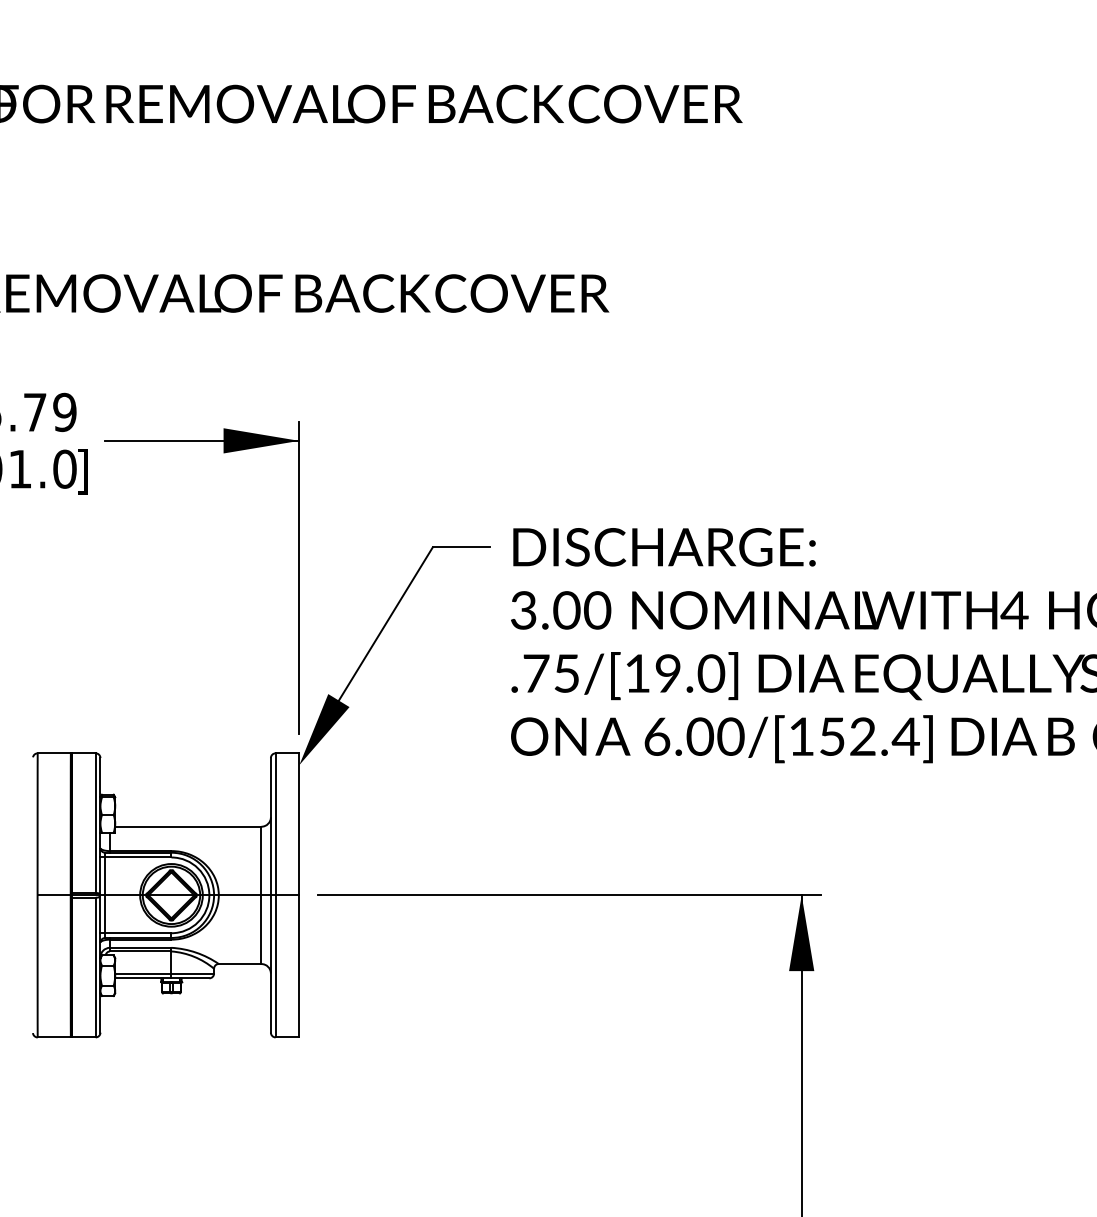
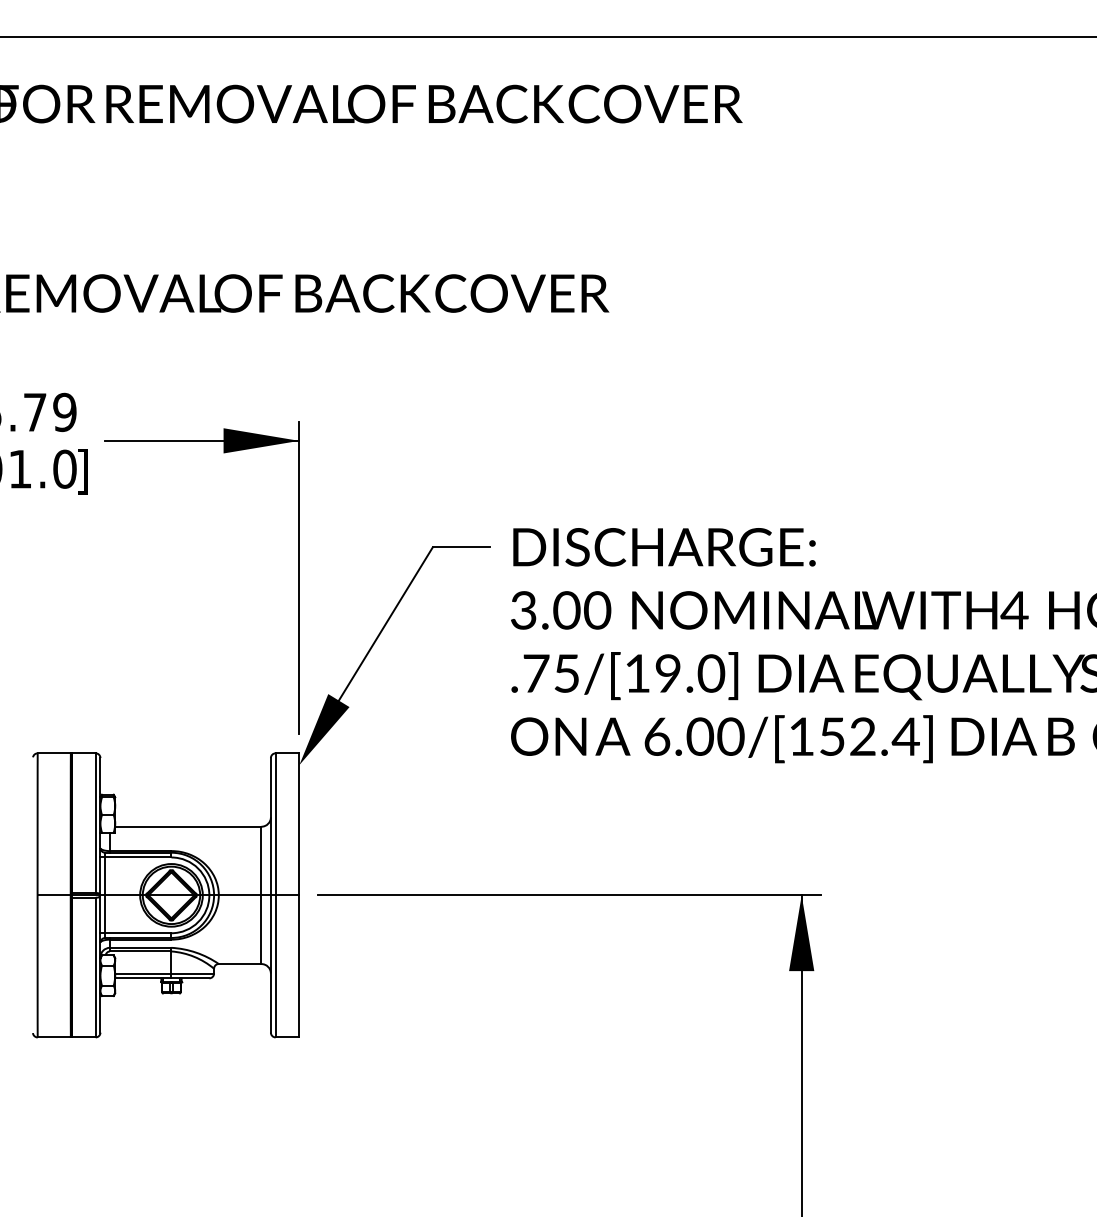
line at (547, 36): none -> present
